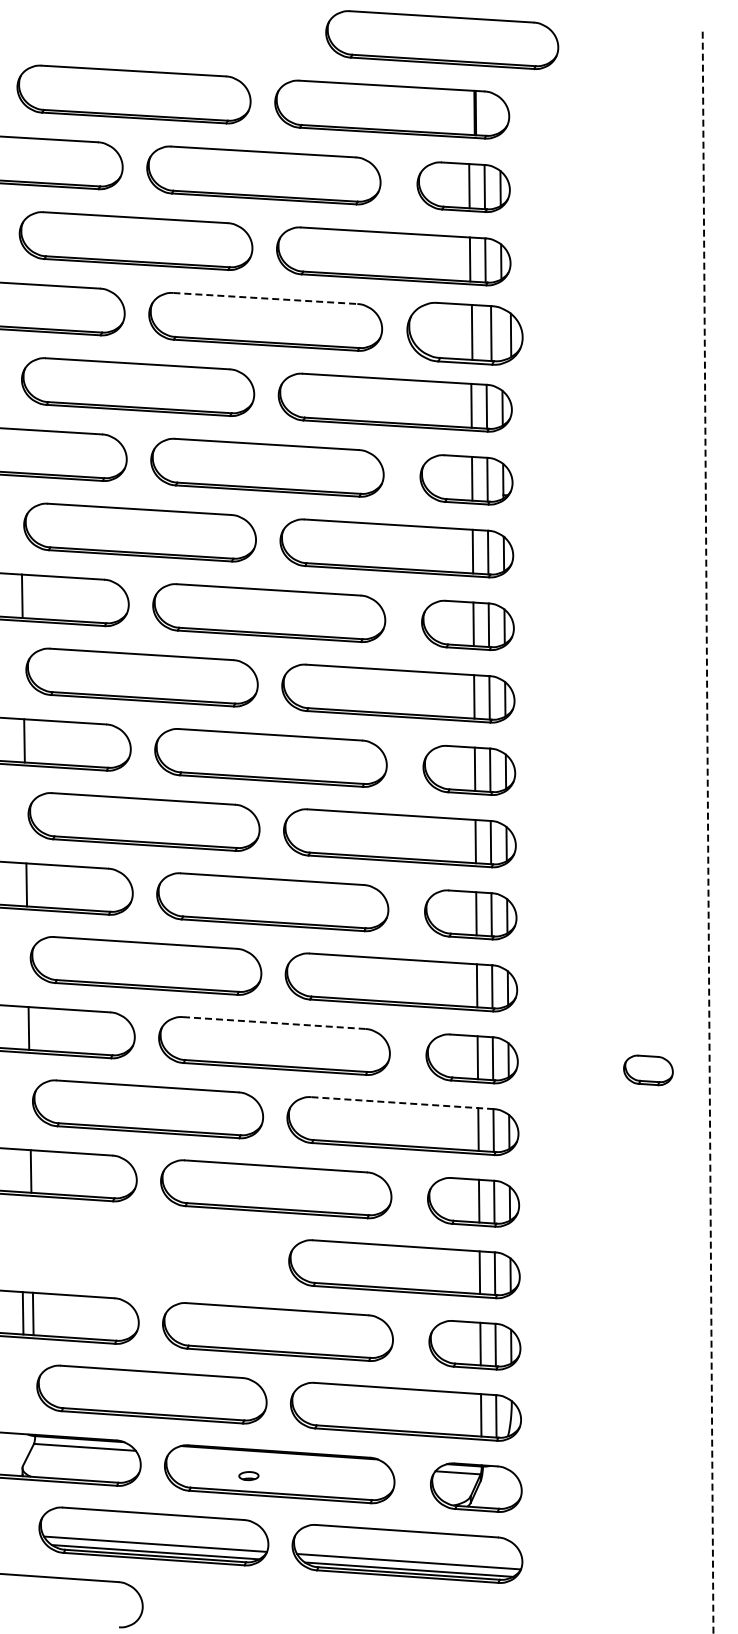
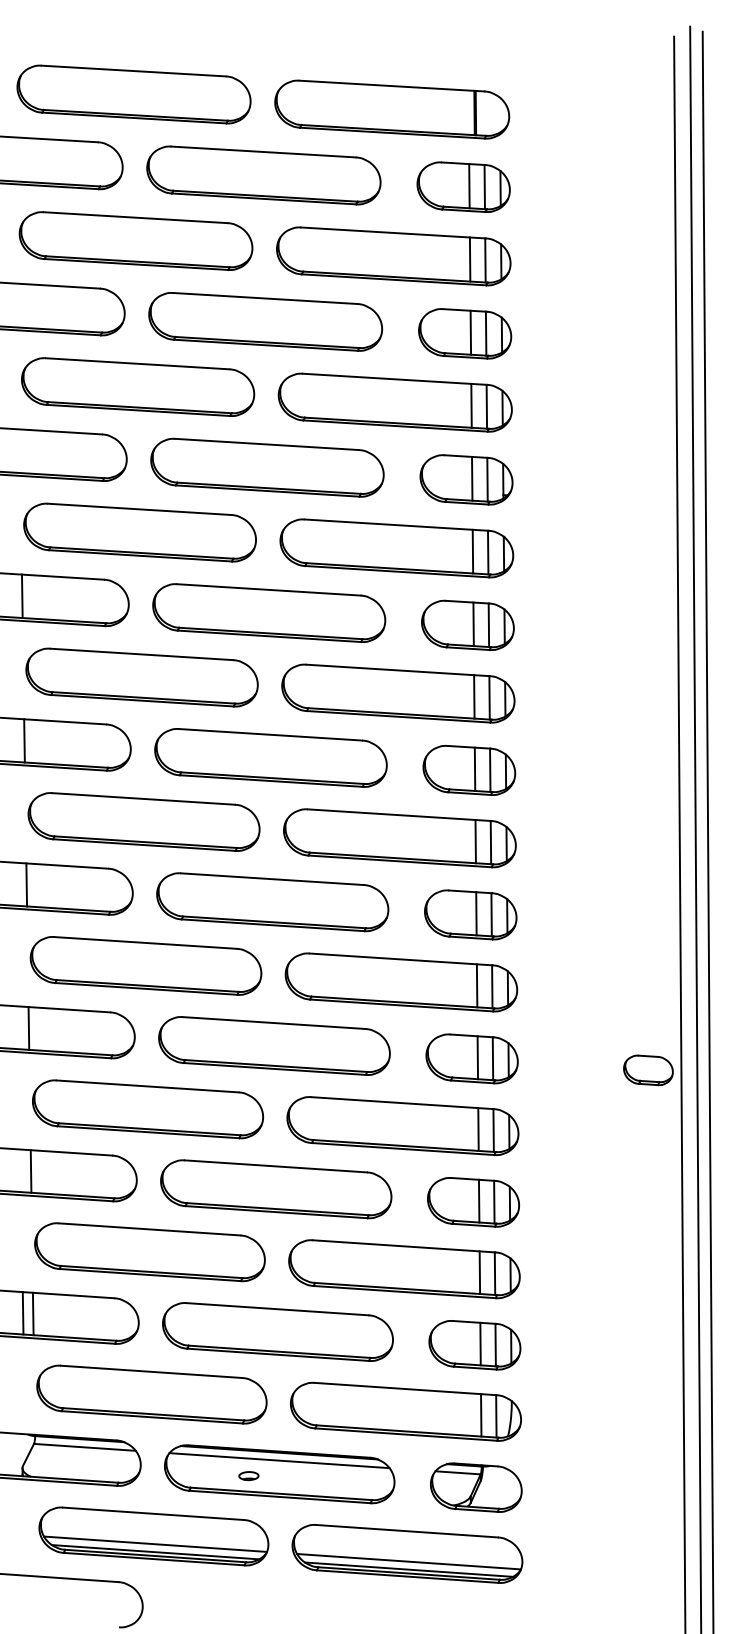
part at (442, 40): present -> none
line at (265, 298): dashed -> solid
part at (464, 333) size: 118x65 px -> 95x52 px
line at (695, 828): none -> present
line at (708, 832): dashed -> solid
line at (679, 833): none -> present
line at (274, 1023): dashed -> solid
line at (403, 1103): dashed -> solid
part at (149, 1252): none -> present
line at (279, 1460): none -> present
